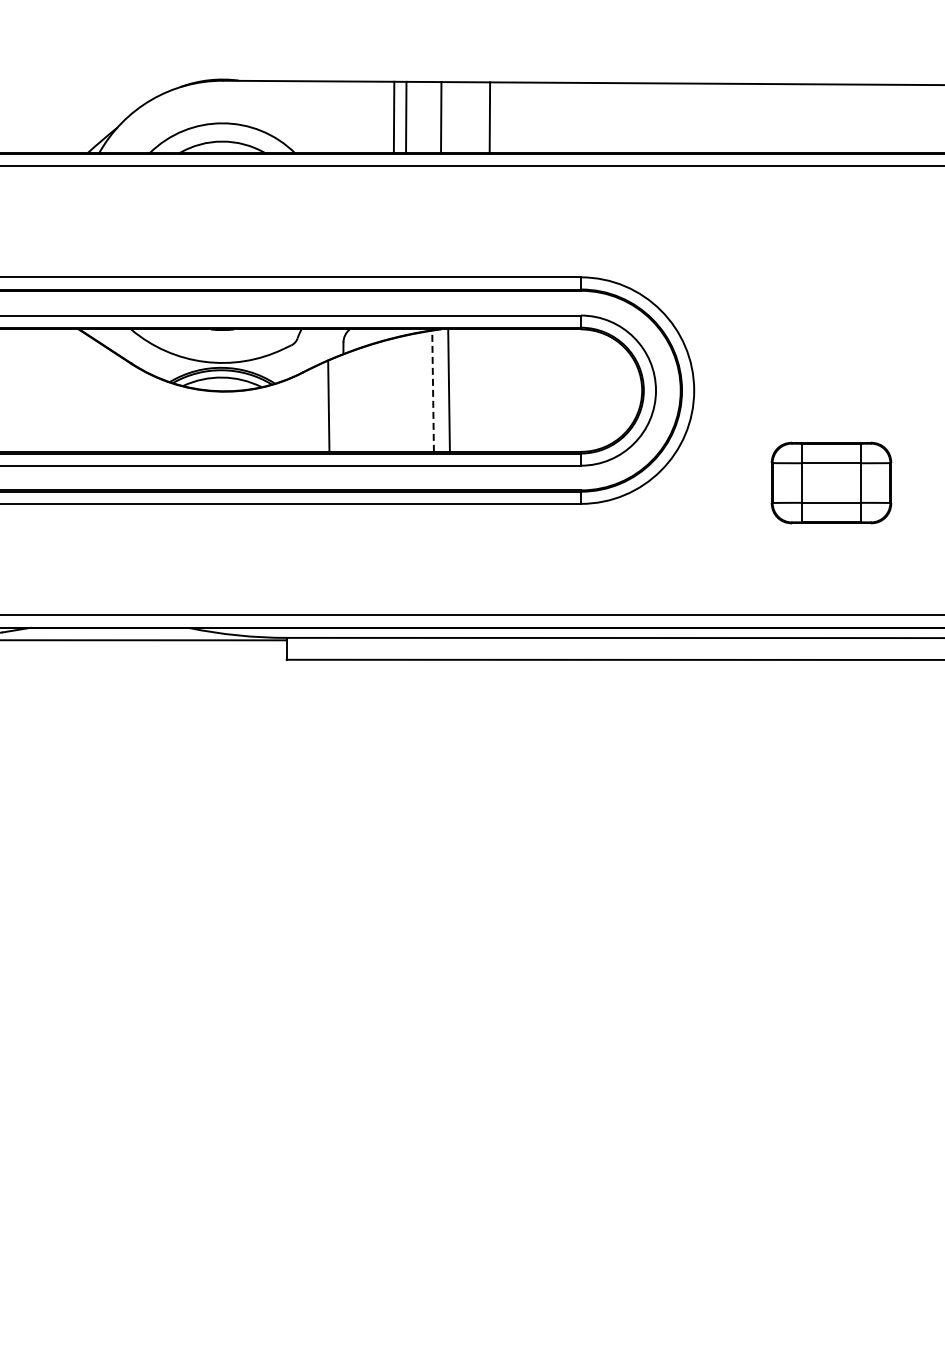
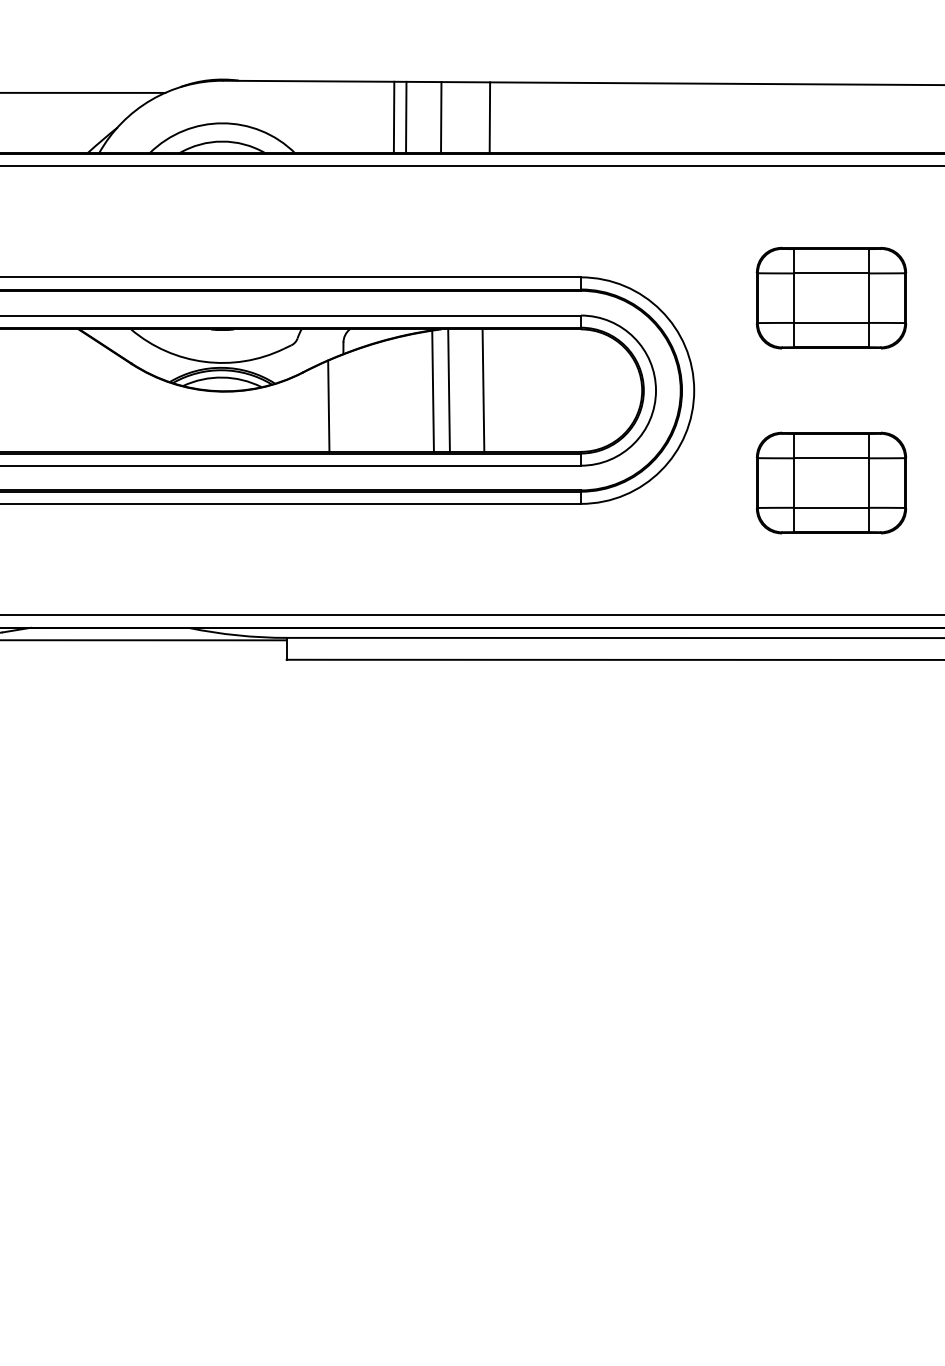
line at (83, 92): none -> present
part at (831, 297): none -> present
line at (483, 390): none -> present
line at (433, 391): dashed -> solid
part at (831, 482) size: 123x84 px -> 153x104 px
